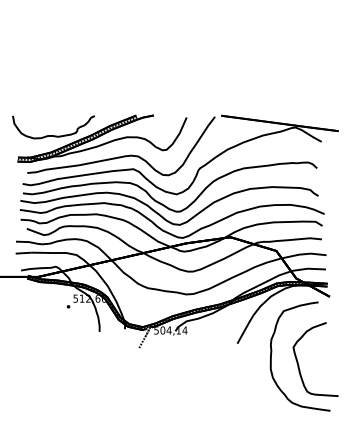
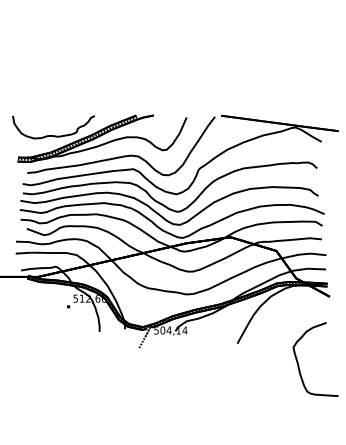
curve at (272, 352): present -> none
